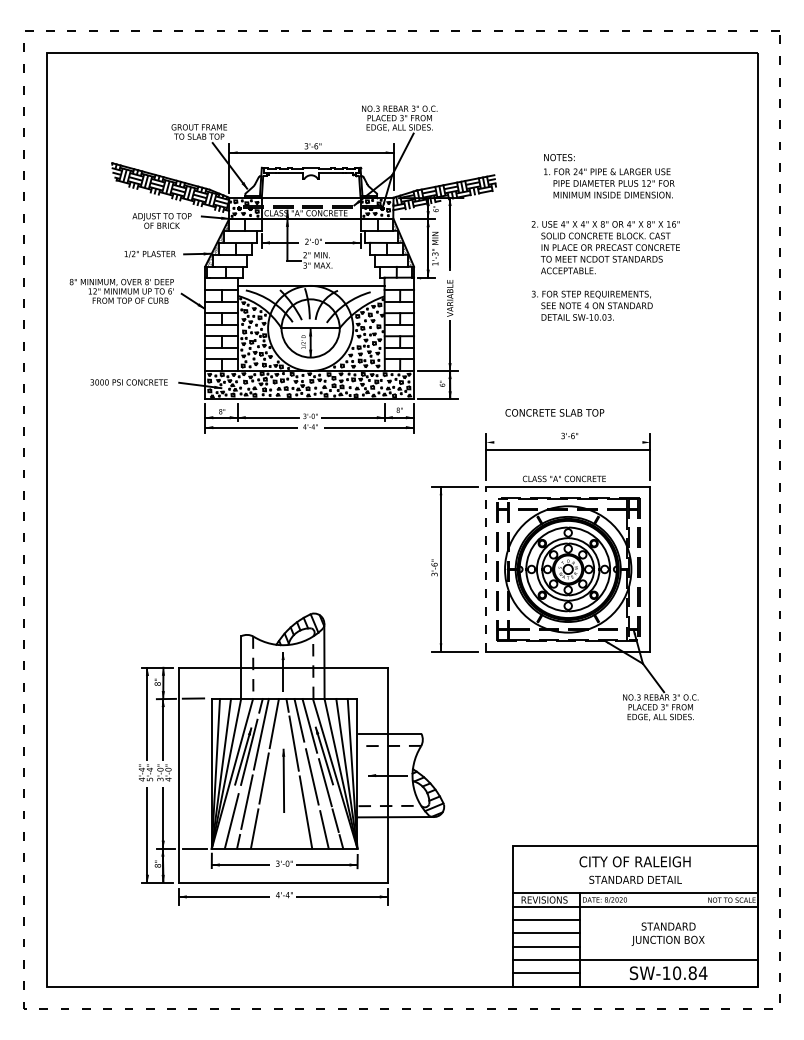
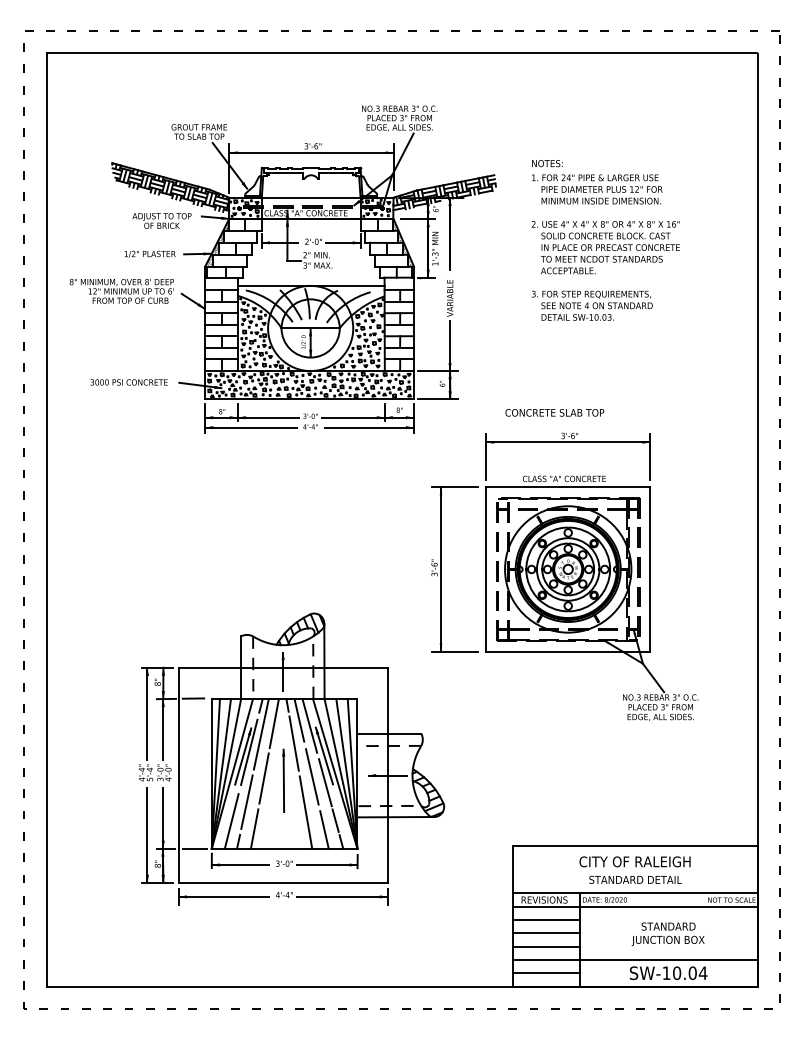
text at (609, 176) position: (609, 176) -> (597, 182)
line at (568, 450) position: (568, 450) -> (568, 442)
line at (486, 569): dashed -> solid
text at (692, 972): SW-10.84 -> SW-10.04
